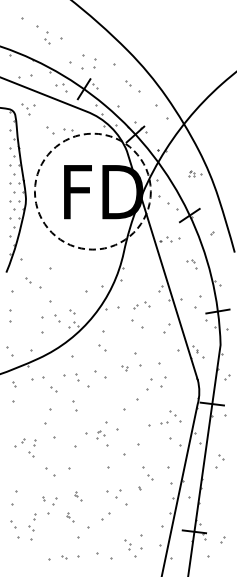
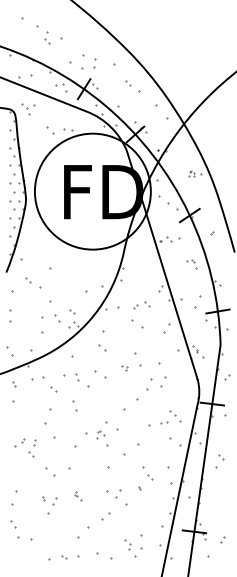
circle at (92, 191): dashed -> solid
part at (70, 517): present -> none
part at (32, 522): present -> none
